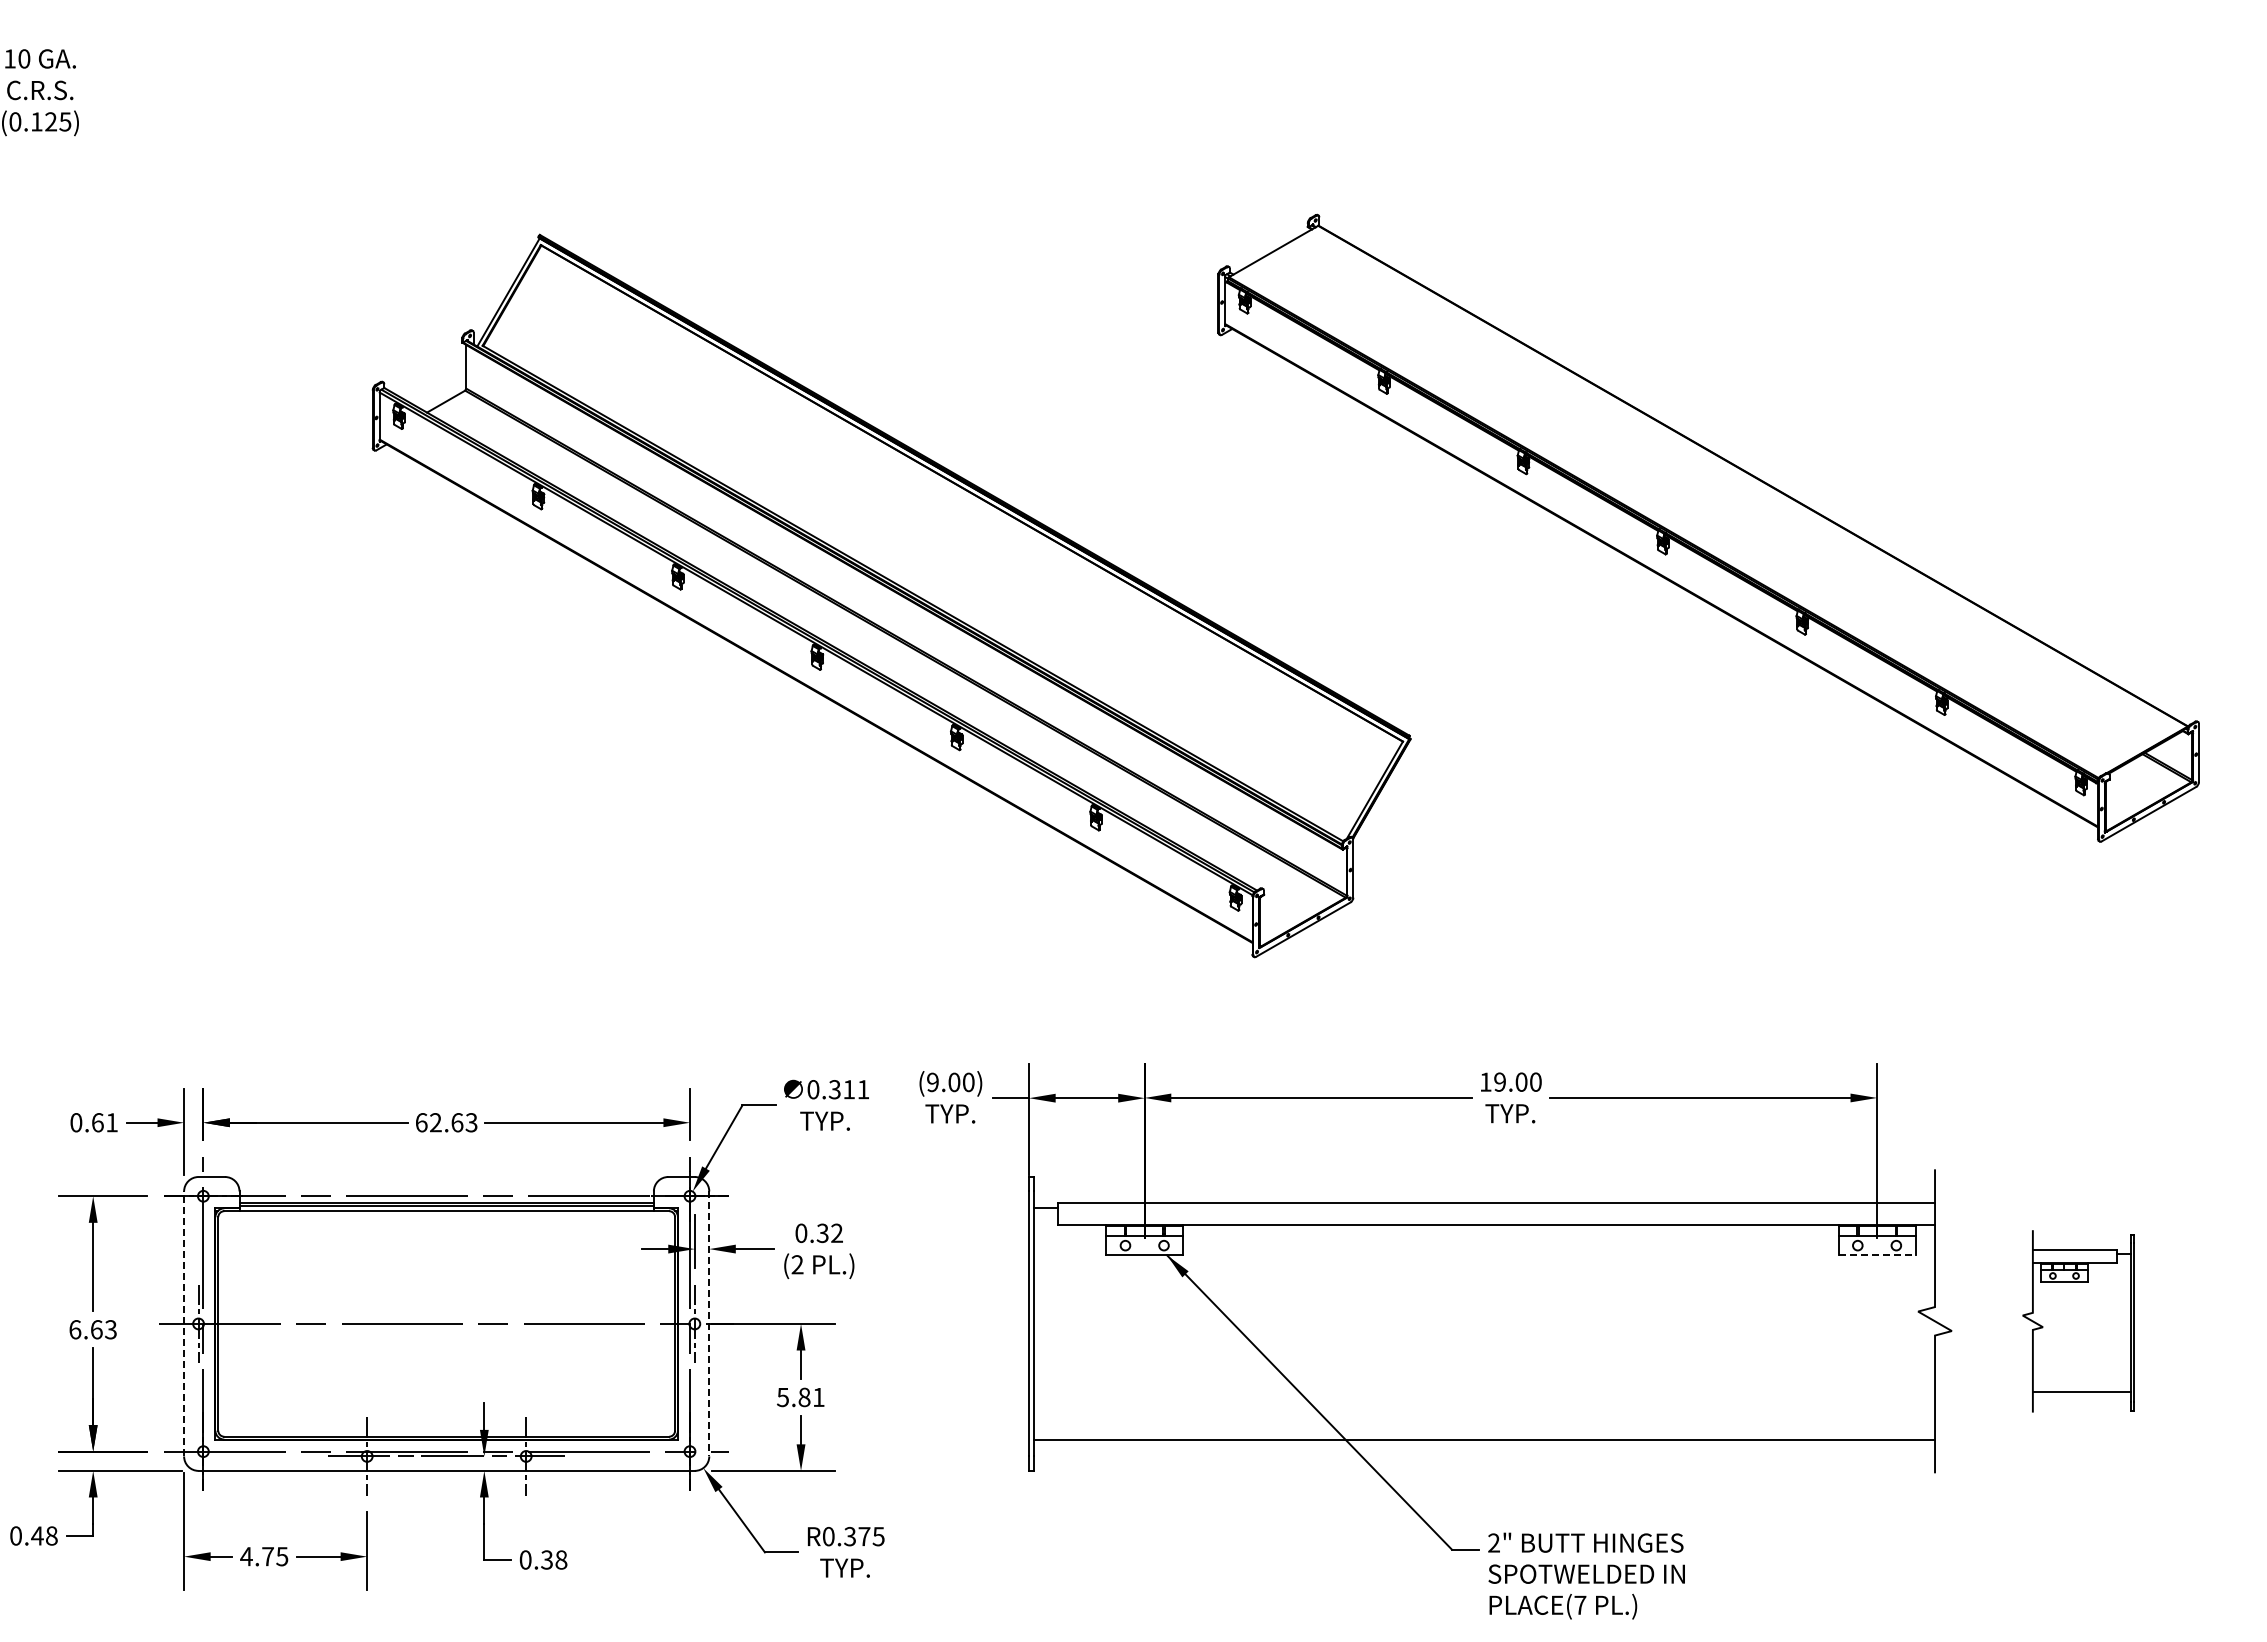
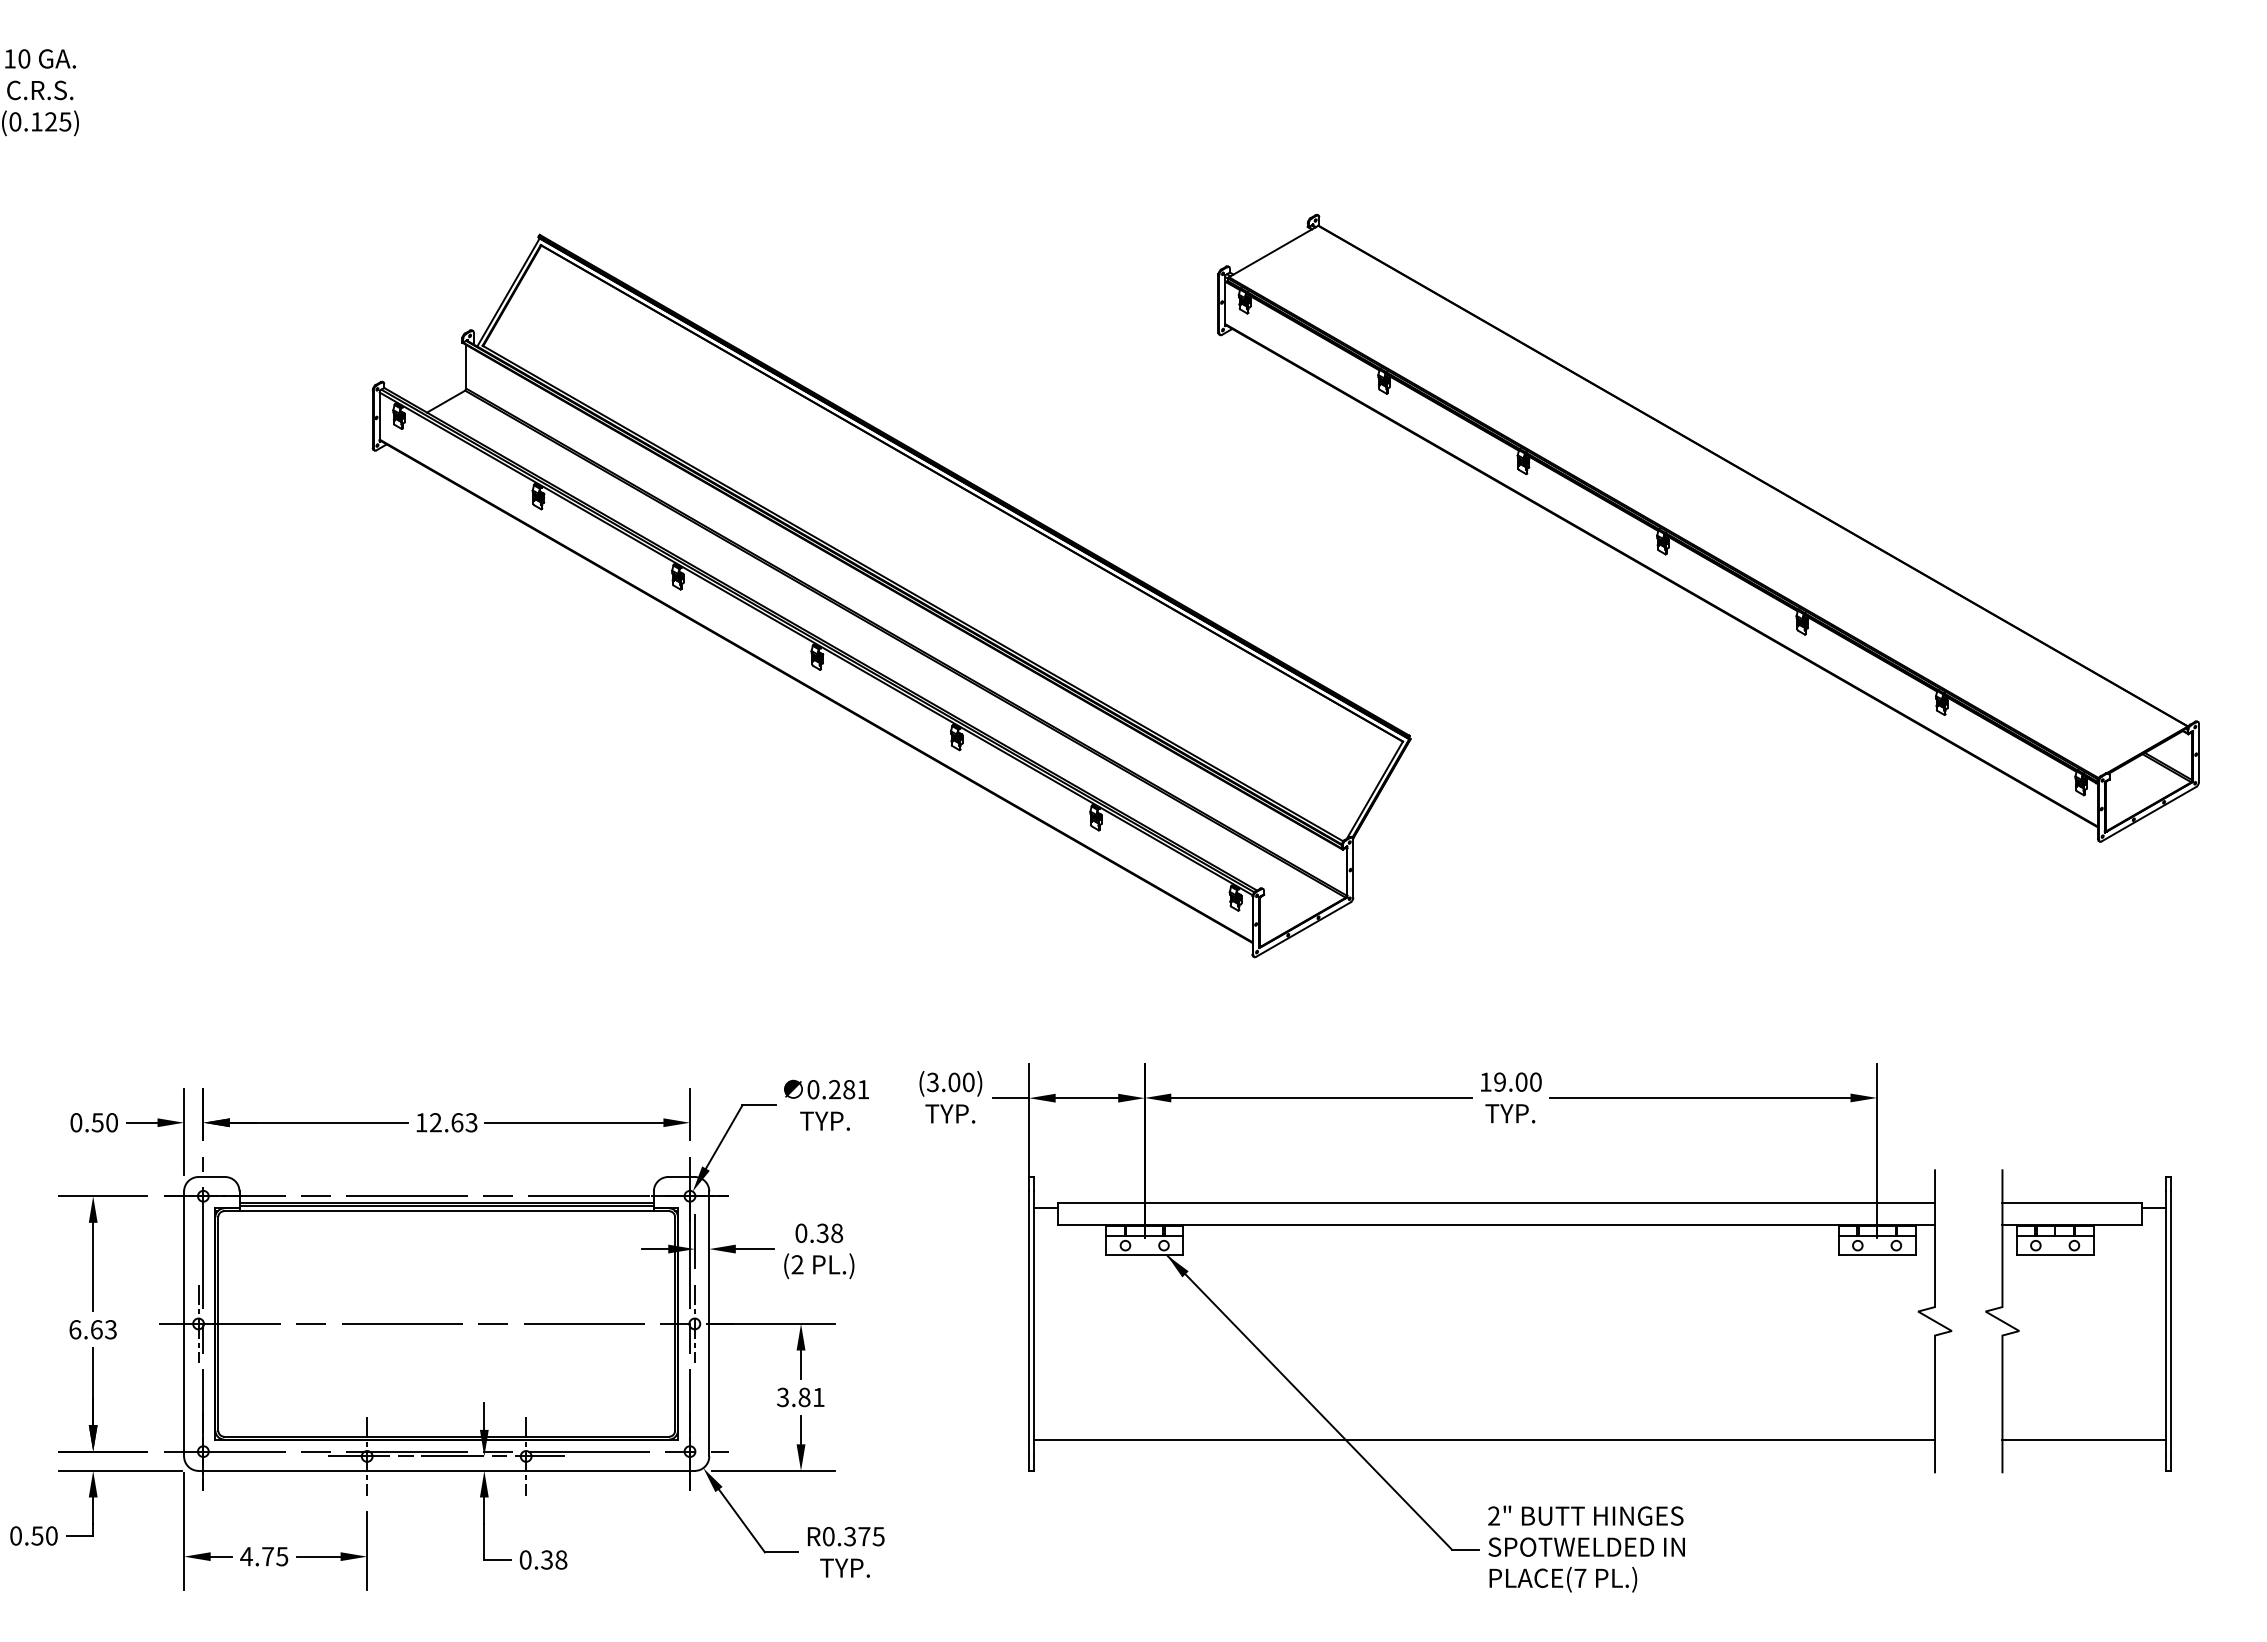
text at (932, 1082): (9.00) -> (3.00)
text at (841, 1089): 0.311 -> 0.281
text at (104, 1122): 0.61 -> 0.50
text at (421, 1122): 62.63 -> 12.63
text at (837, 1233): 0.32 -> 0.38
line at (1877, 1255): dashed -> solid
part at (2078, 1321) size: 113x183 px -> 187x305 px
line at (184, 1323): dashed -> solid
line at (709, 1324): dashed -> solid
text at (782, 1396): 5.81 -> 3.81
text at (44, 1535): 0.48 -> 0.50
text at (1586, 1575) position: (1586, 1575) -> (1586, 1548)
